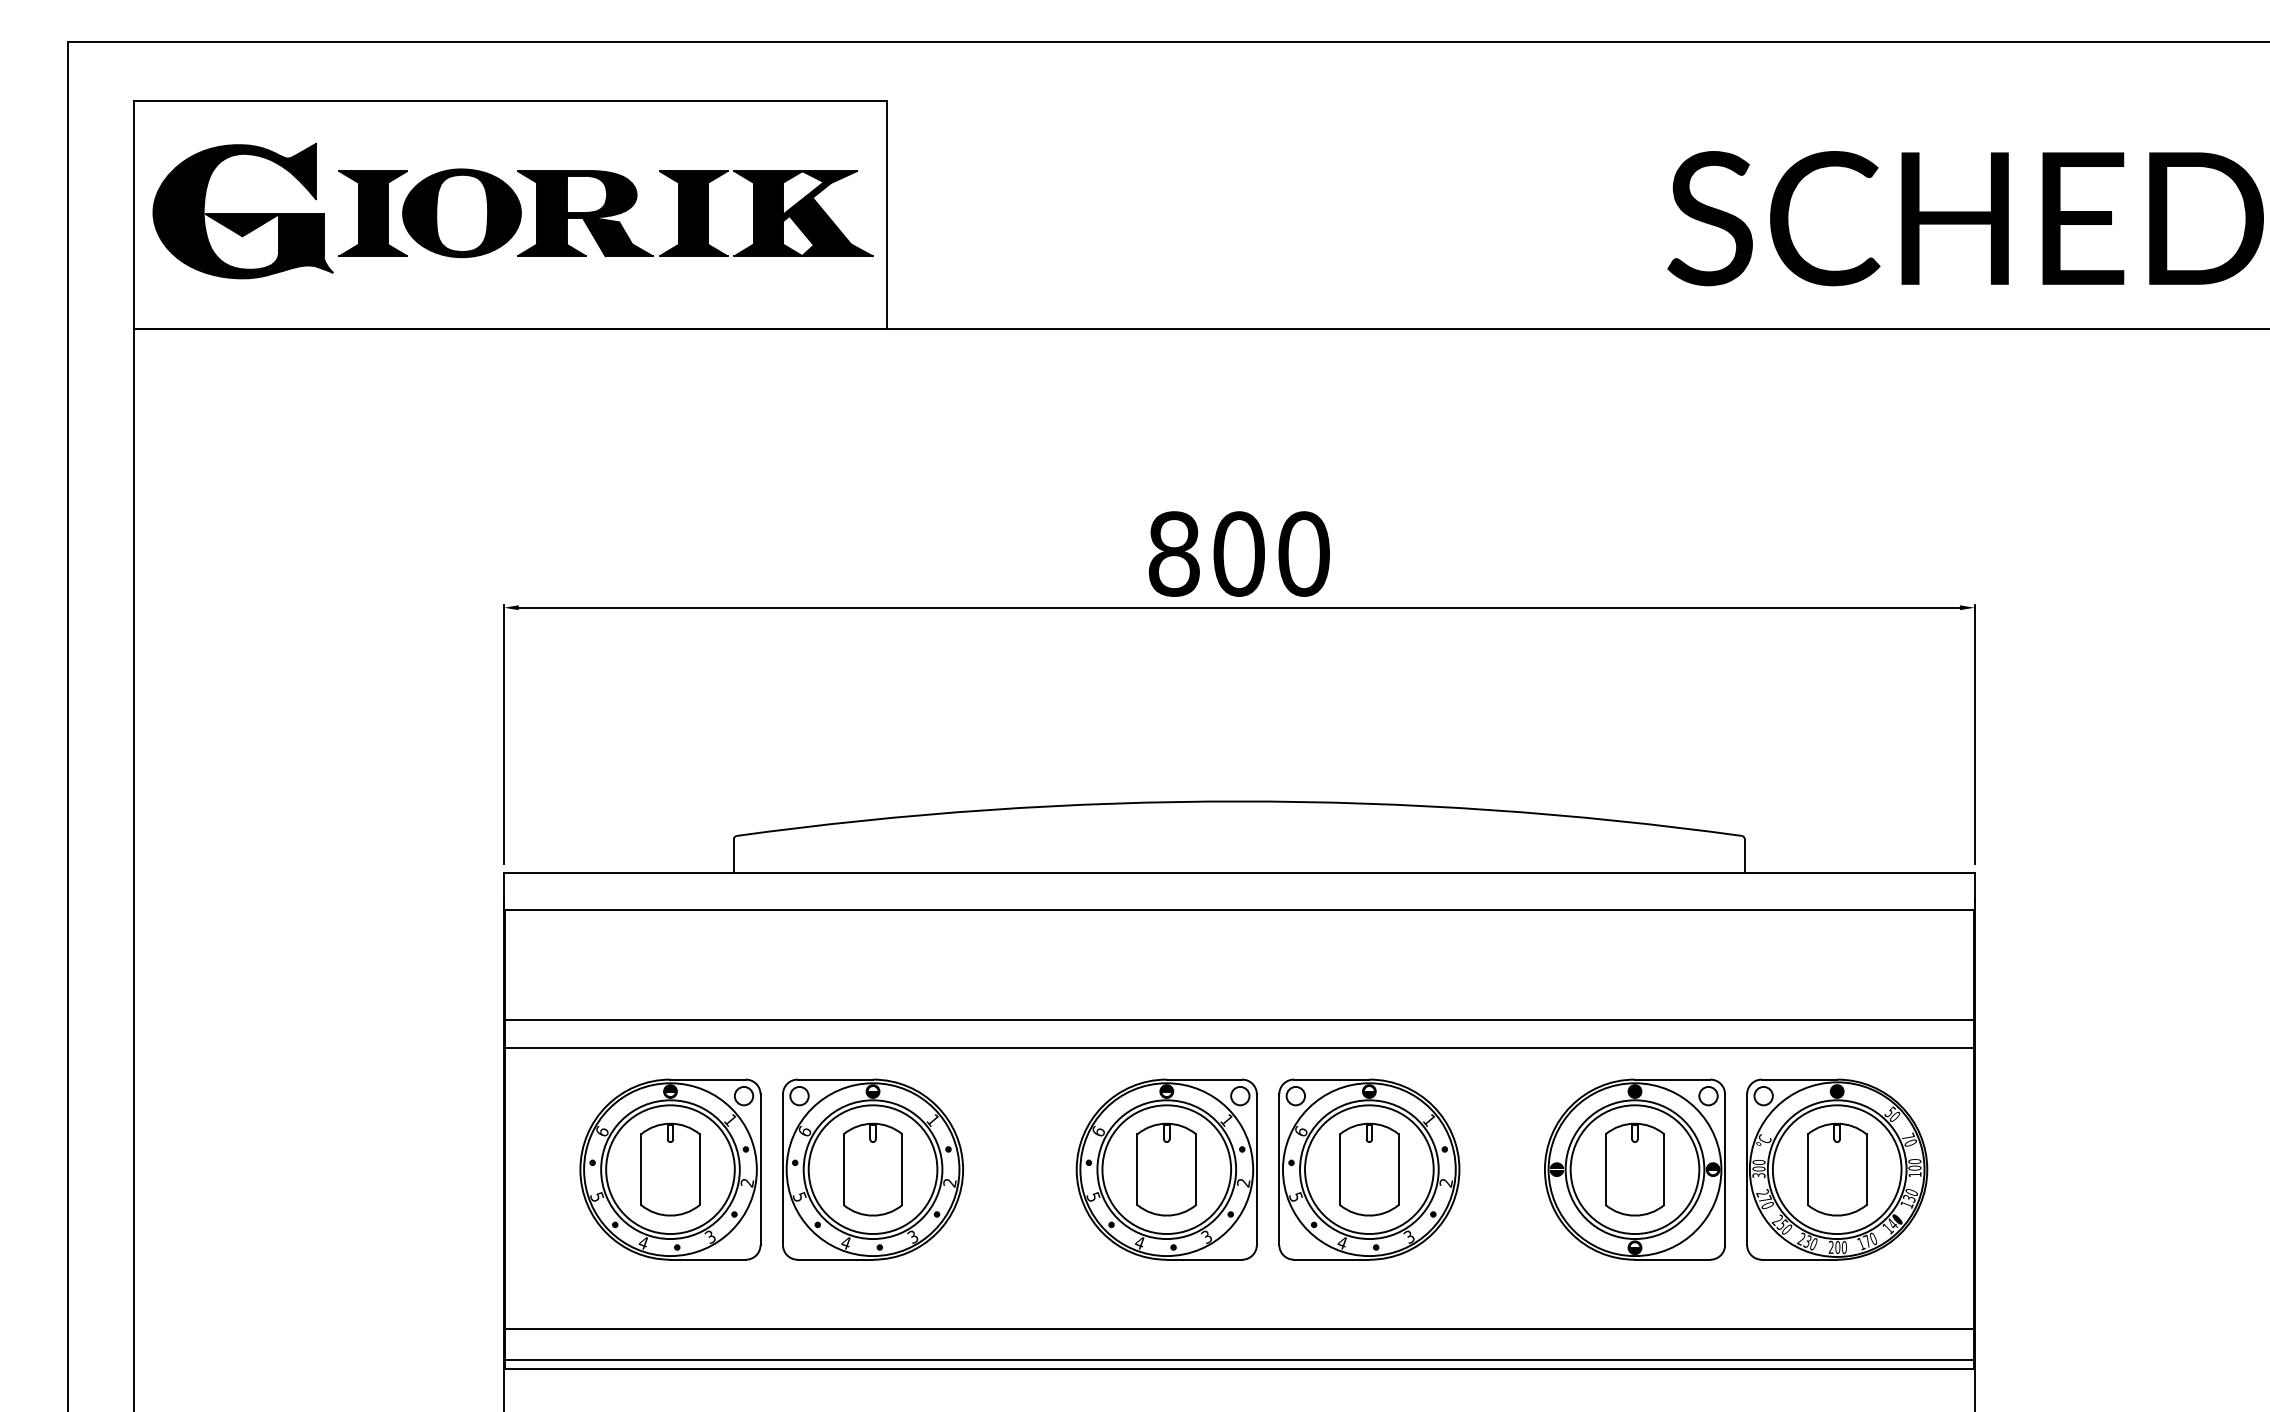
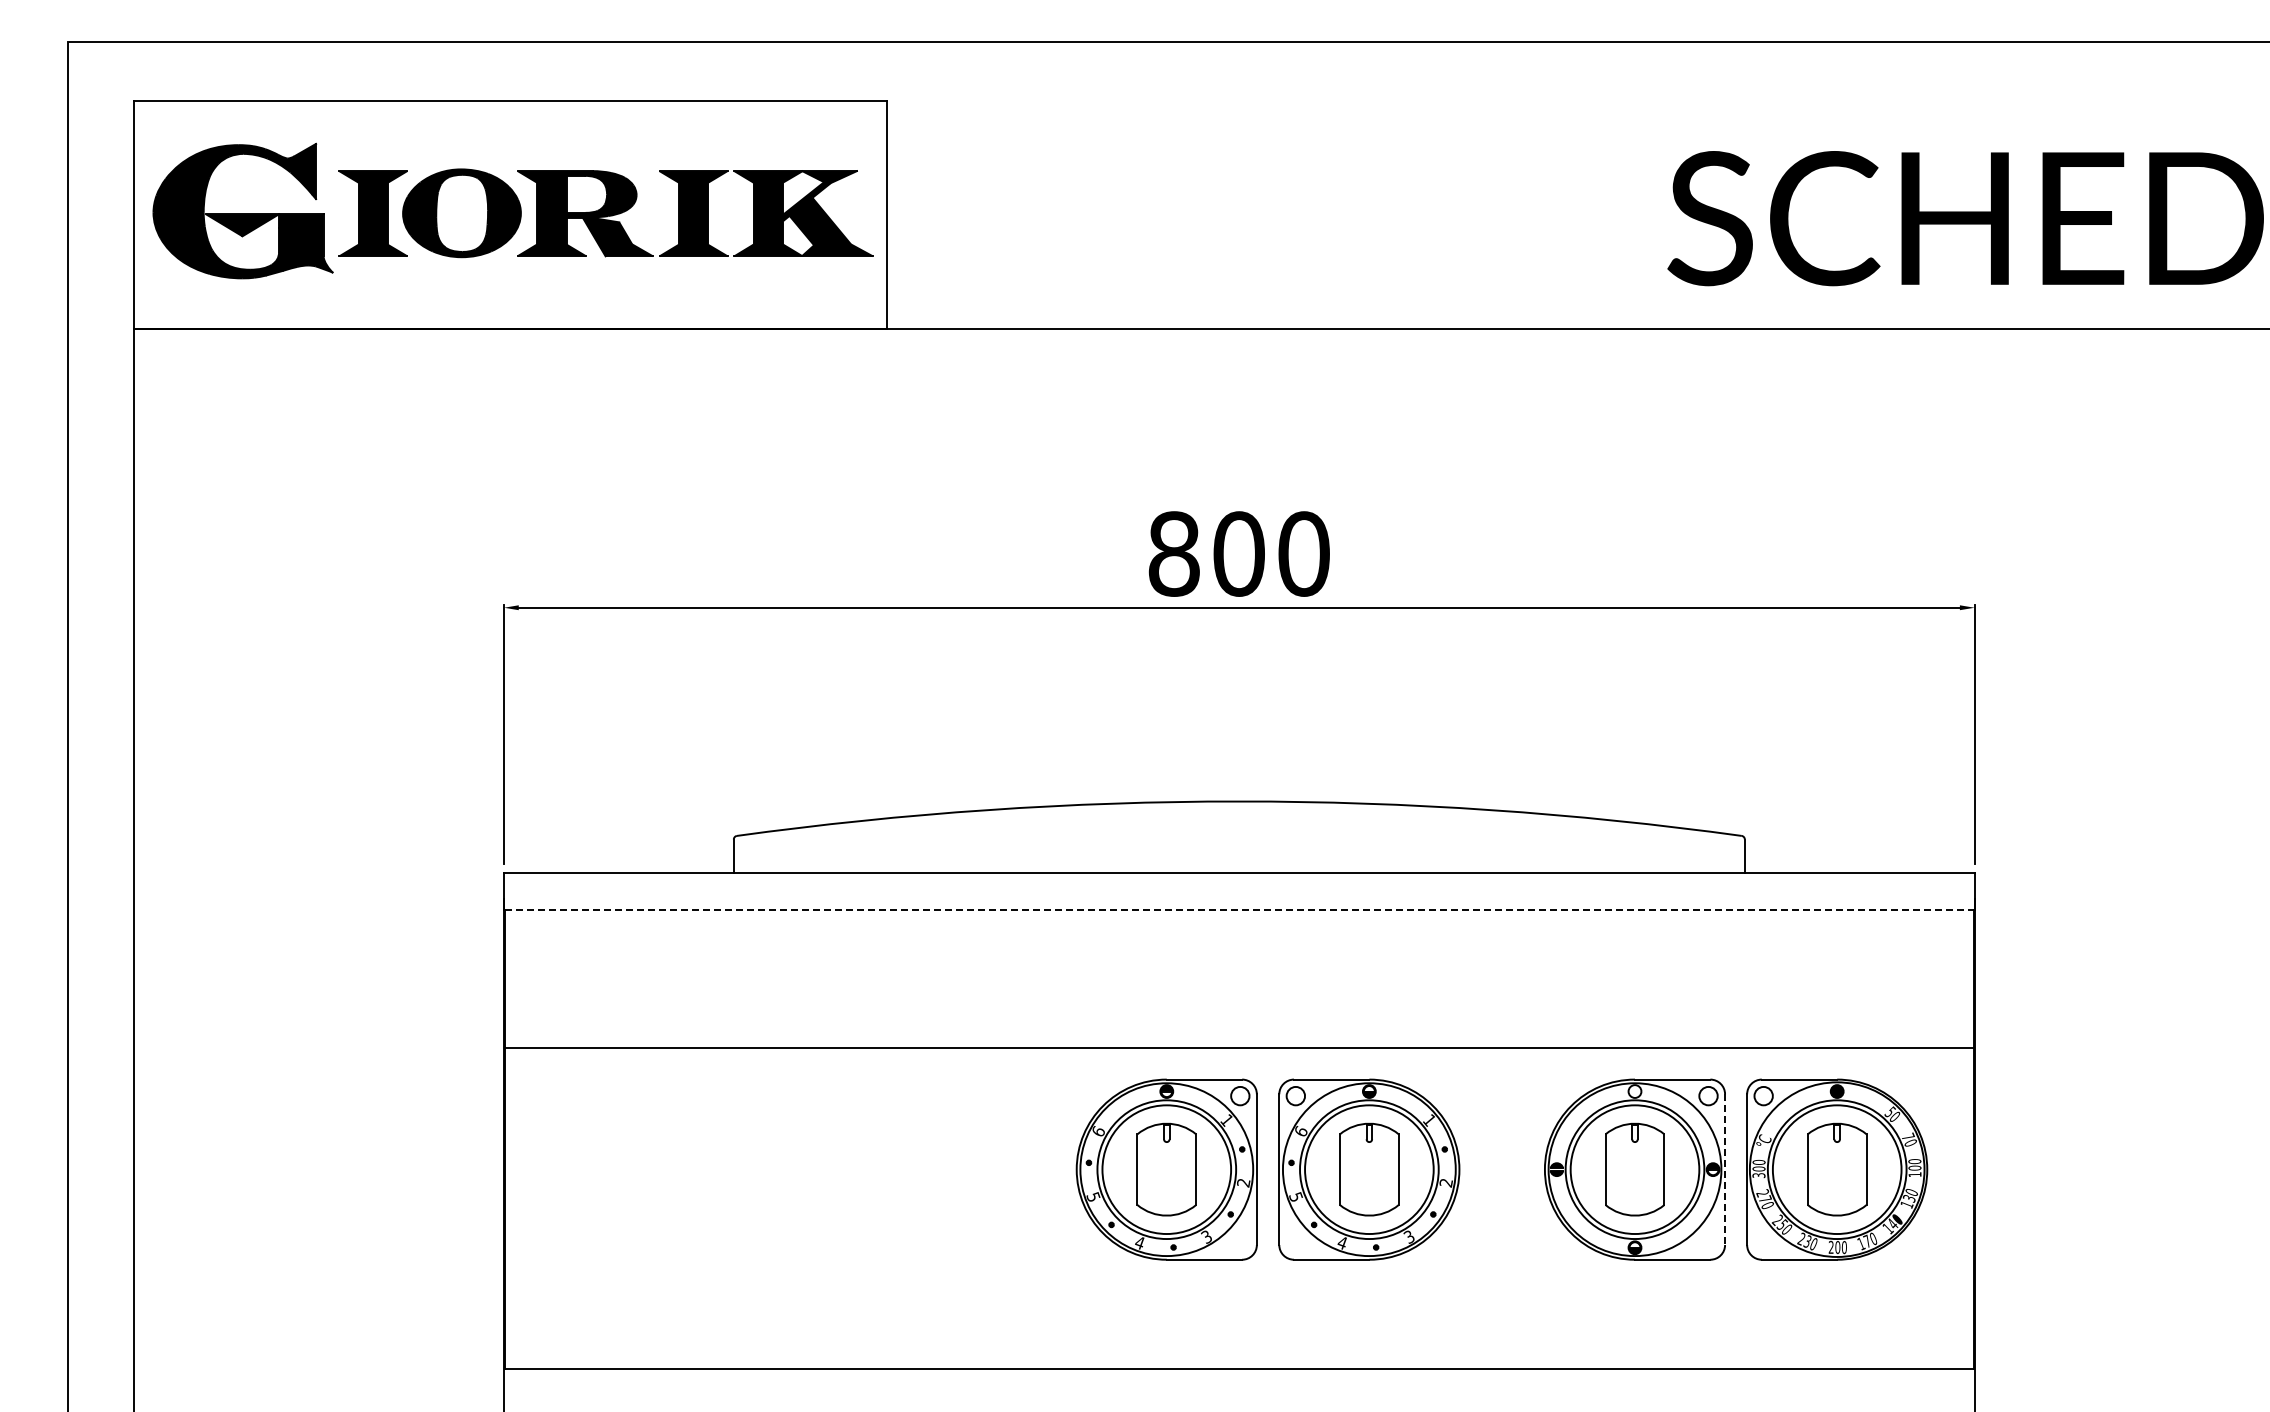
line at (1238, 909): solid -> dashed
line at (1238, 1020): present -> none
fill at (1634, 1091): present -> none
part at (761, 1169): present -> none
line at (1725, 1170): solid -> dashed
line at (1238, 1329): present -> none
line at (1238, 1359): present -> none
